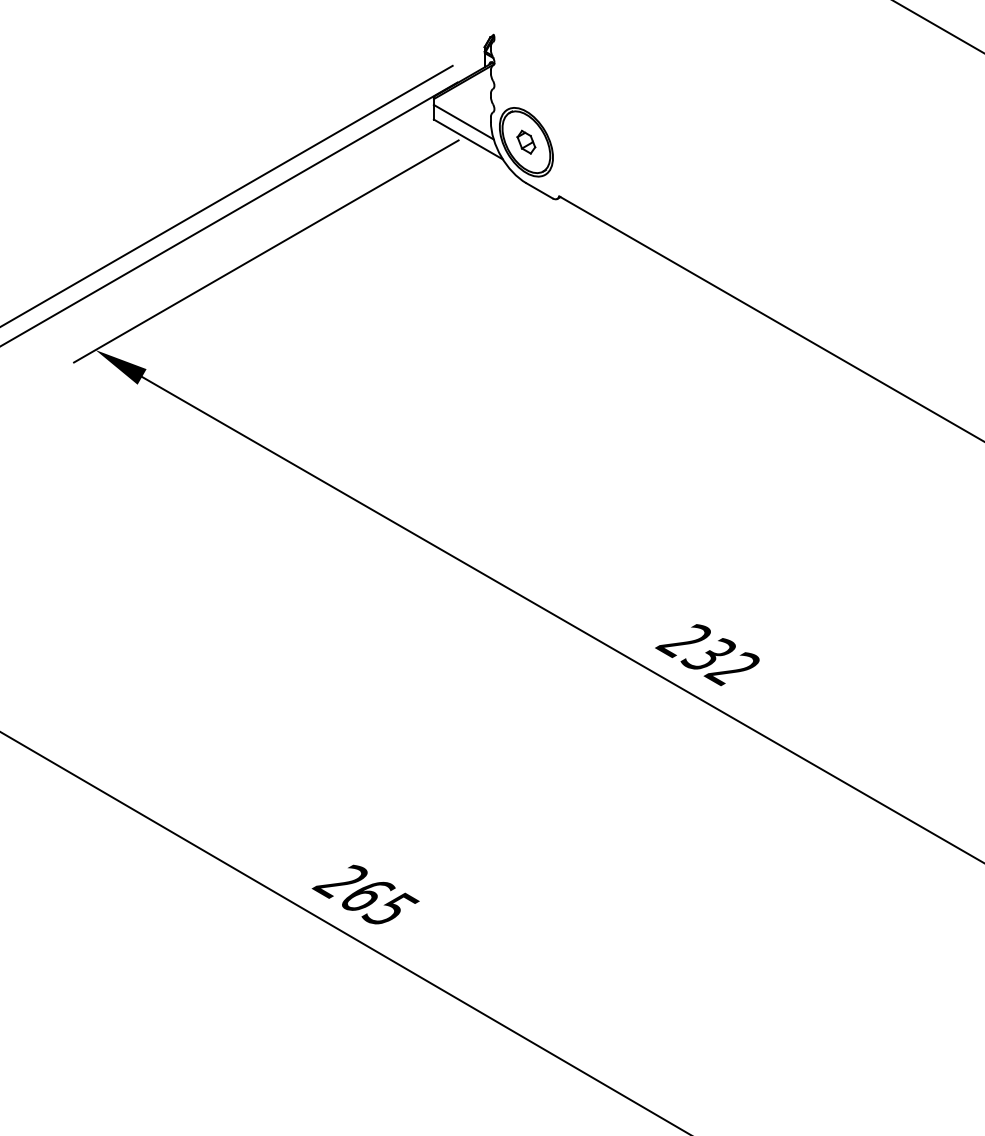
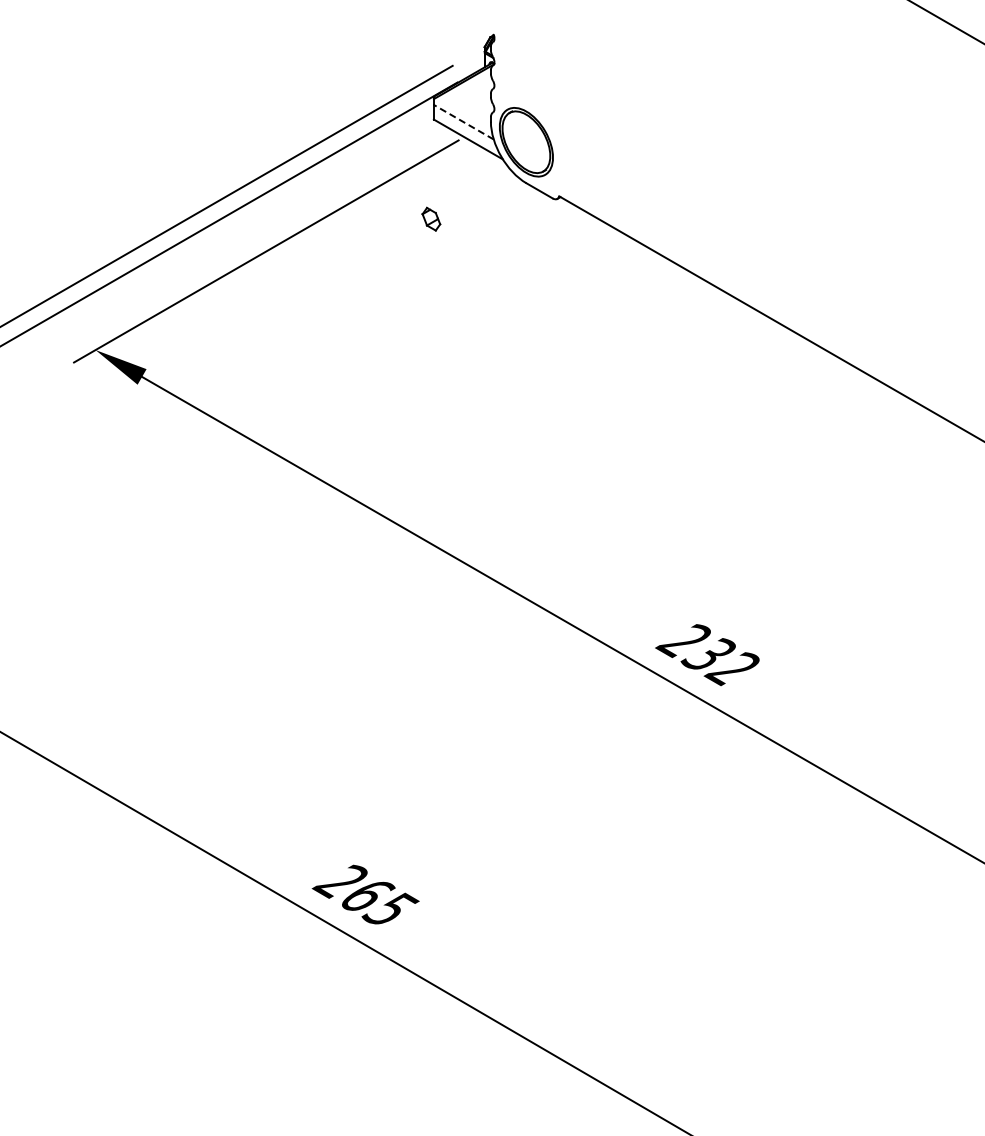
line at (938, 26) position: (938, 26) -> (946, 22)
line at (463, 122): solid -> dashed
part at (526, 141) position: (526, 141) -> (431, 218)
